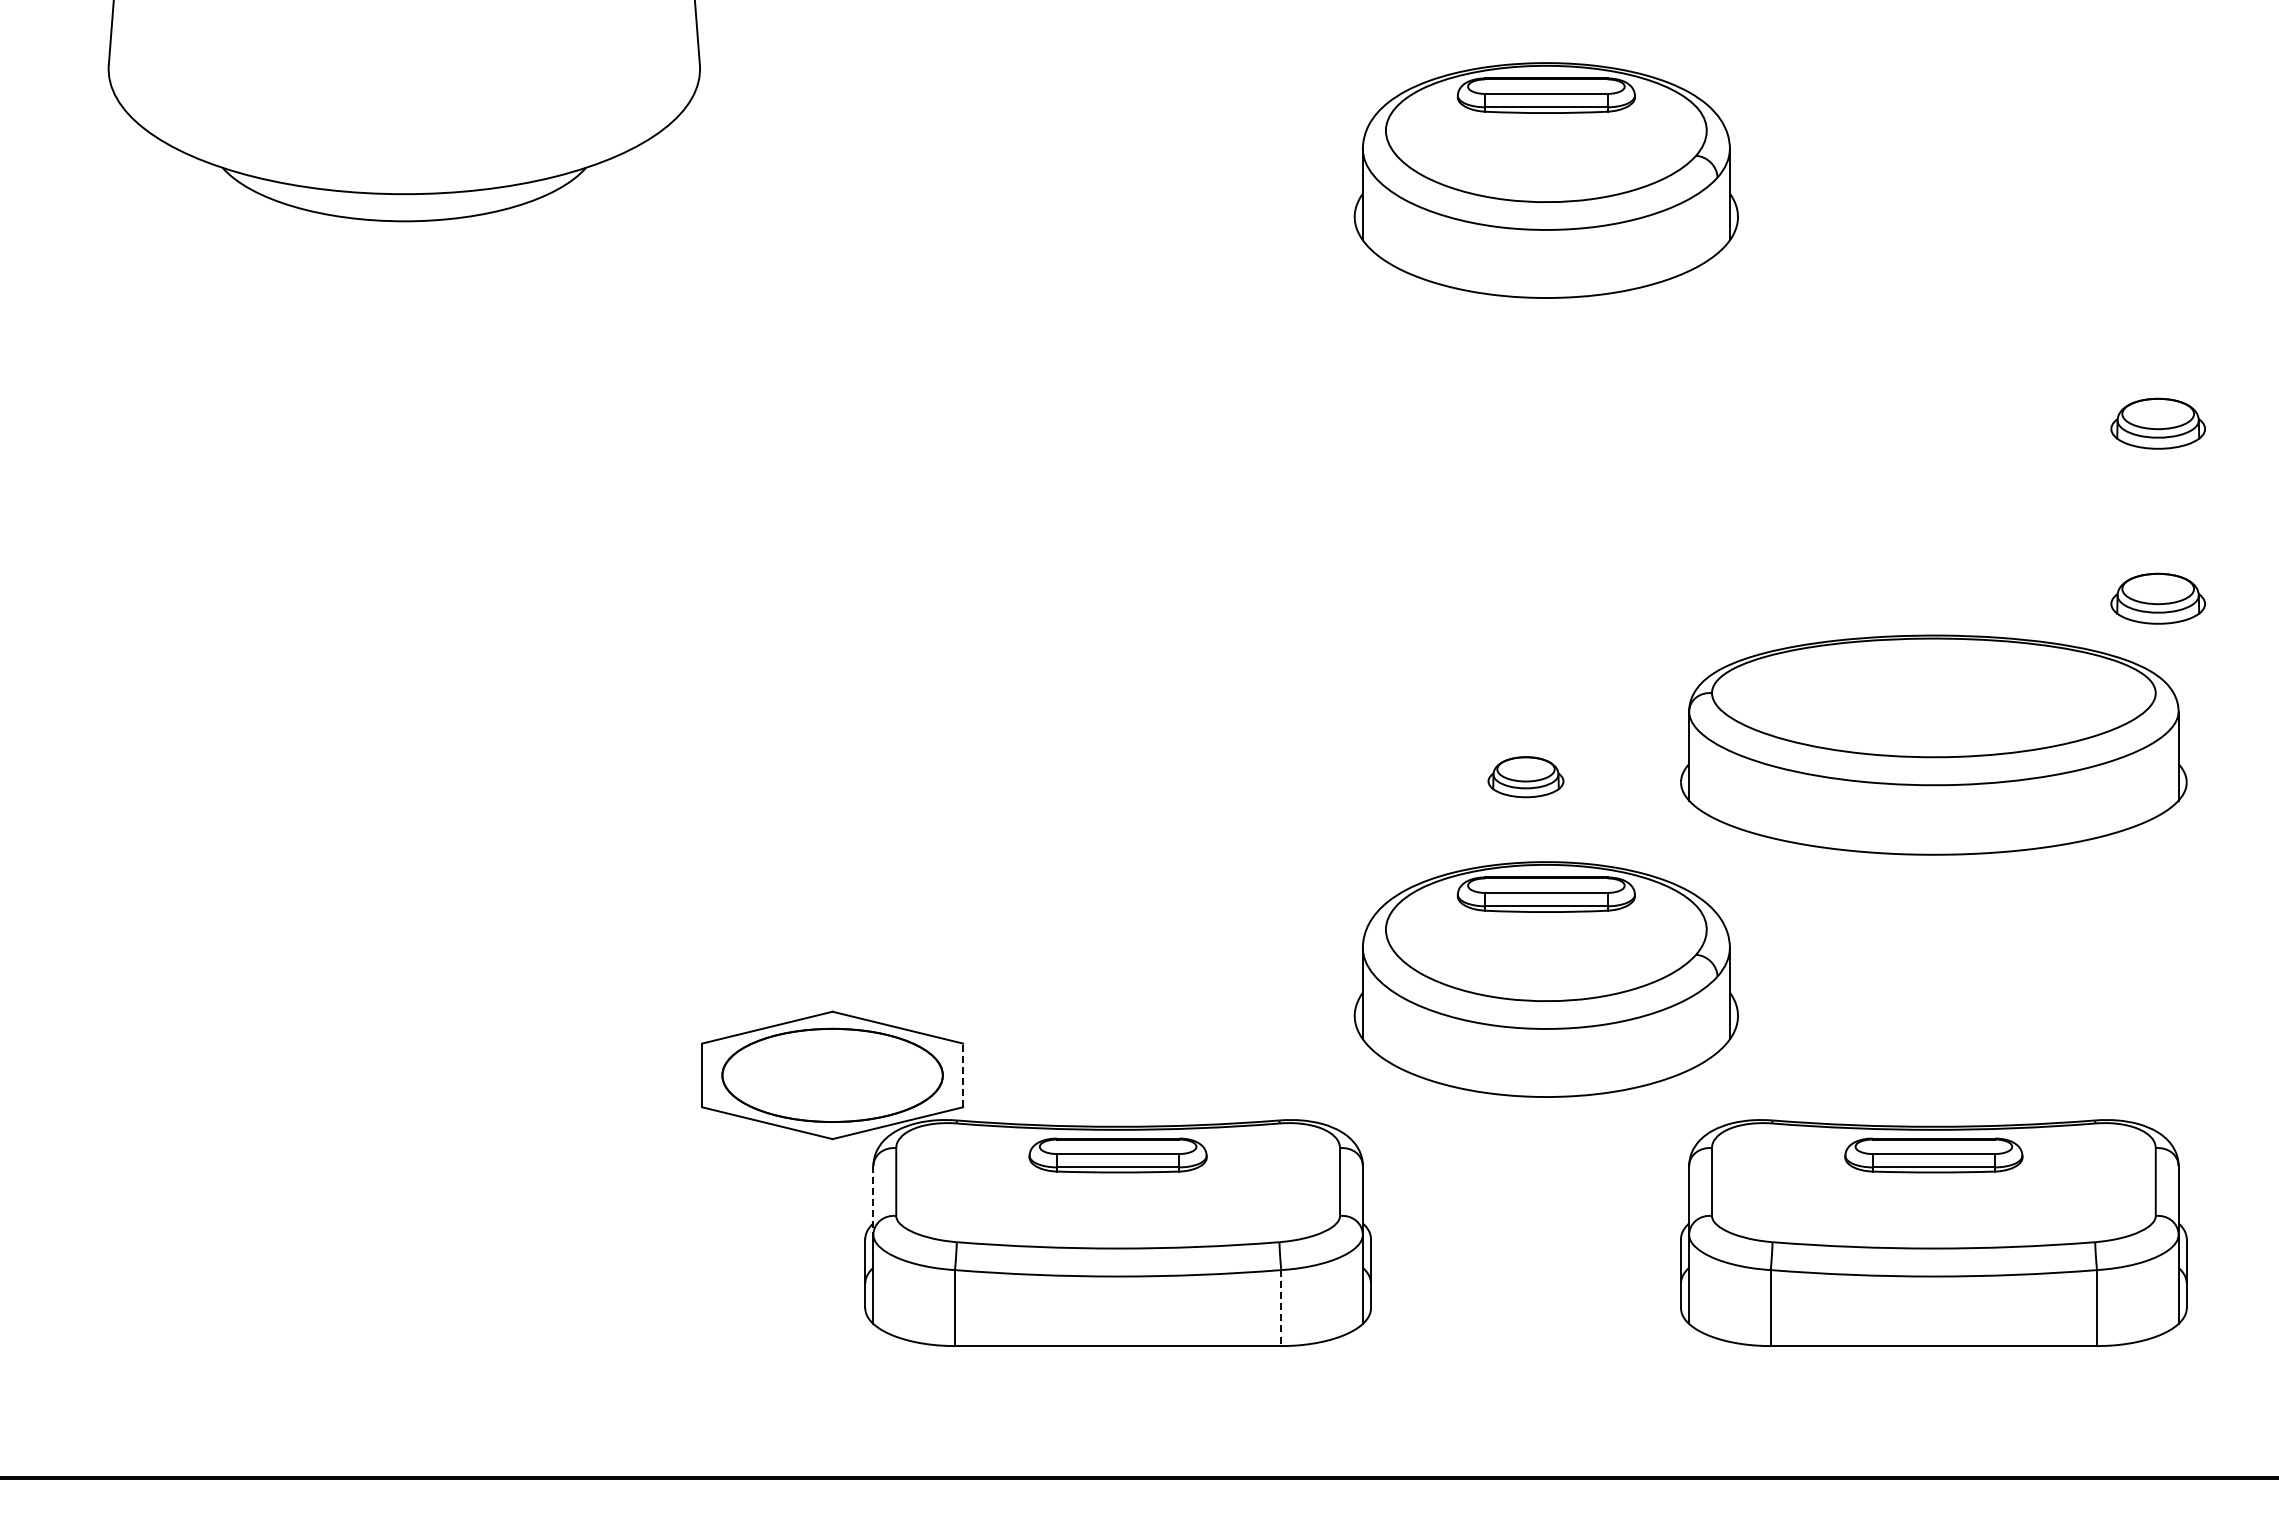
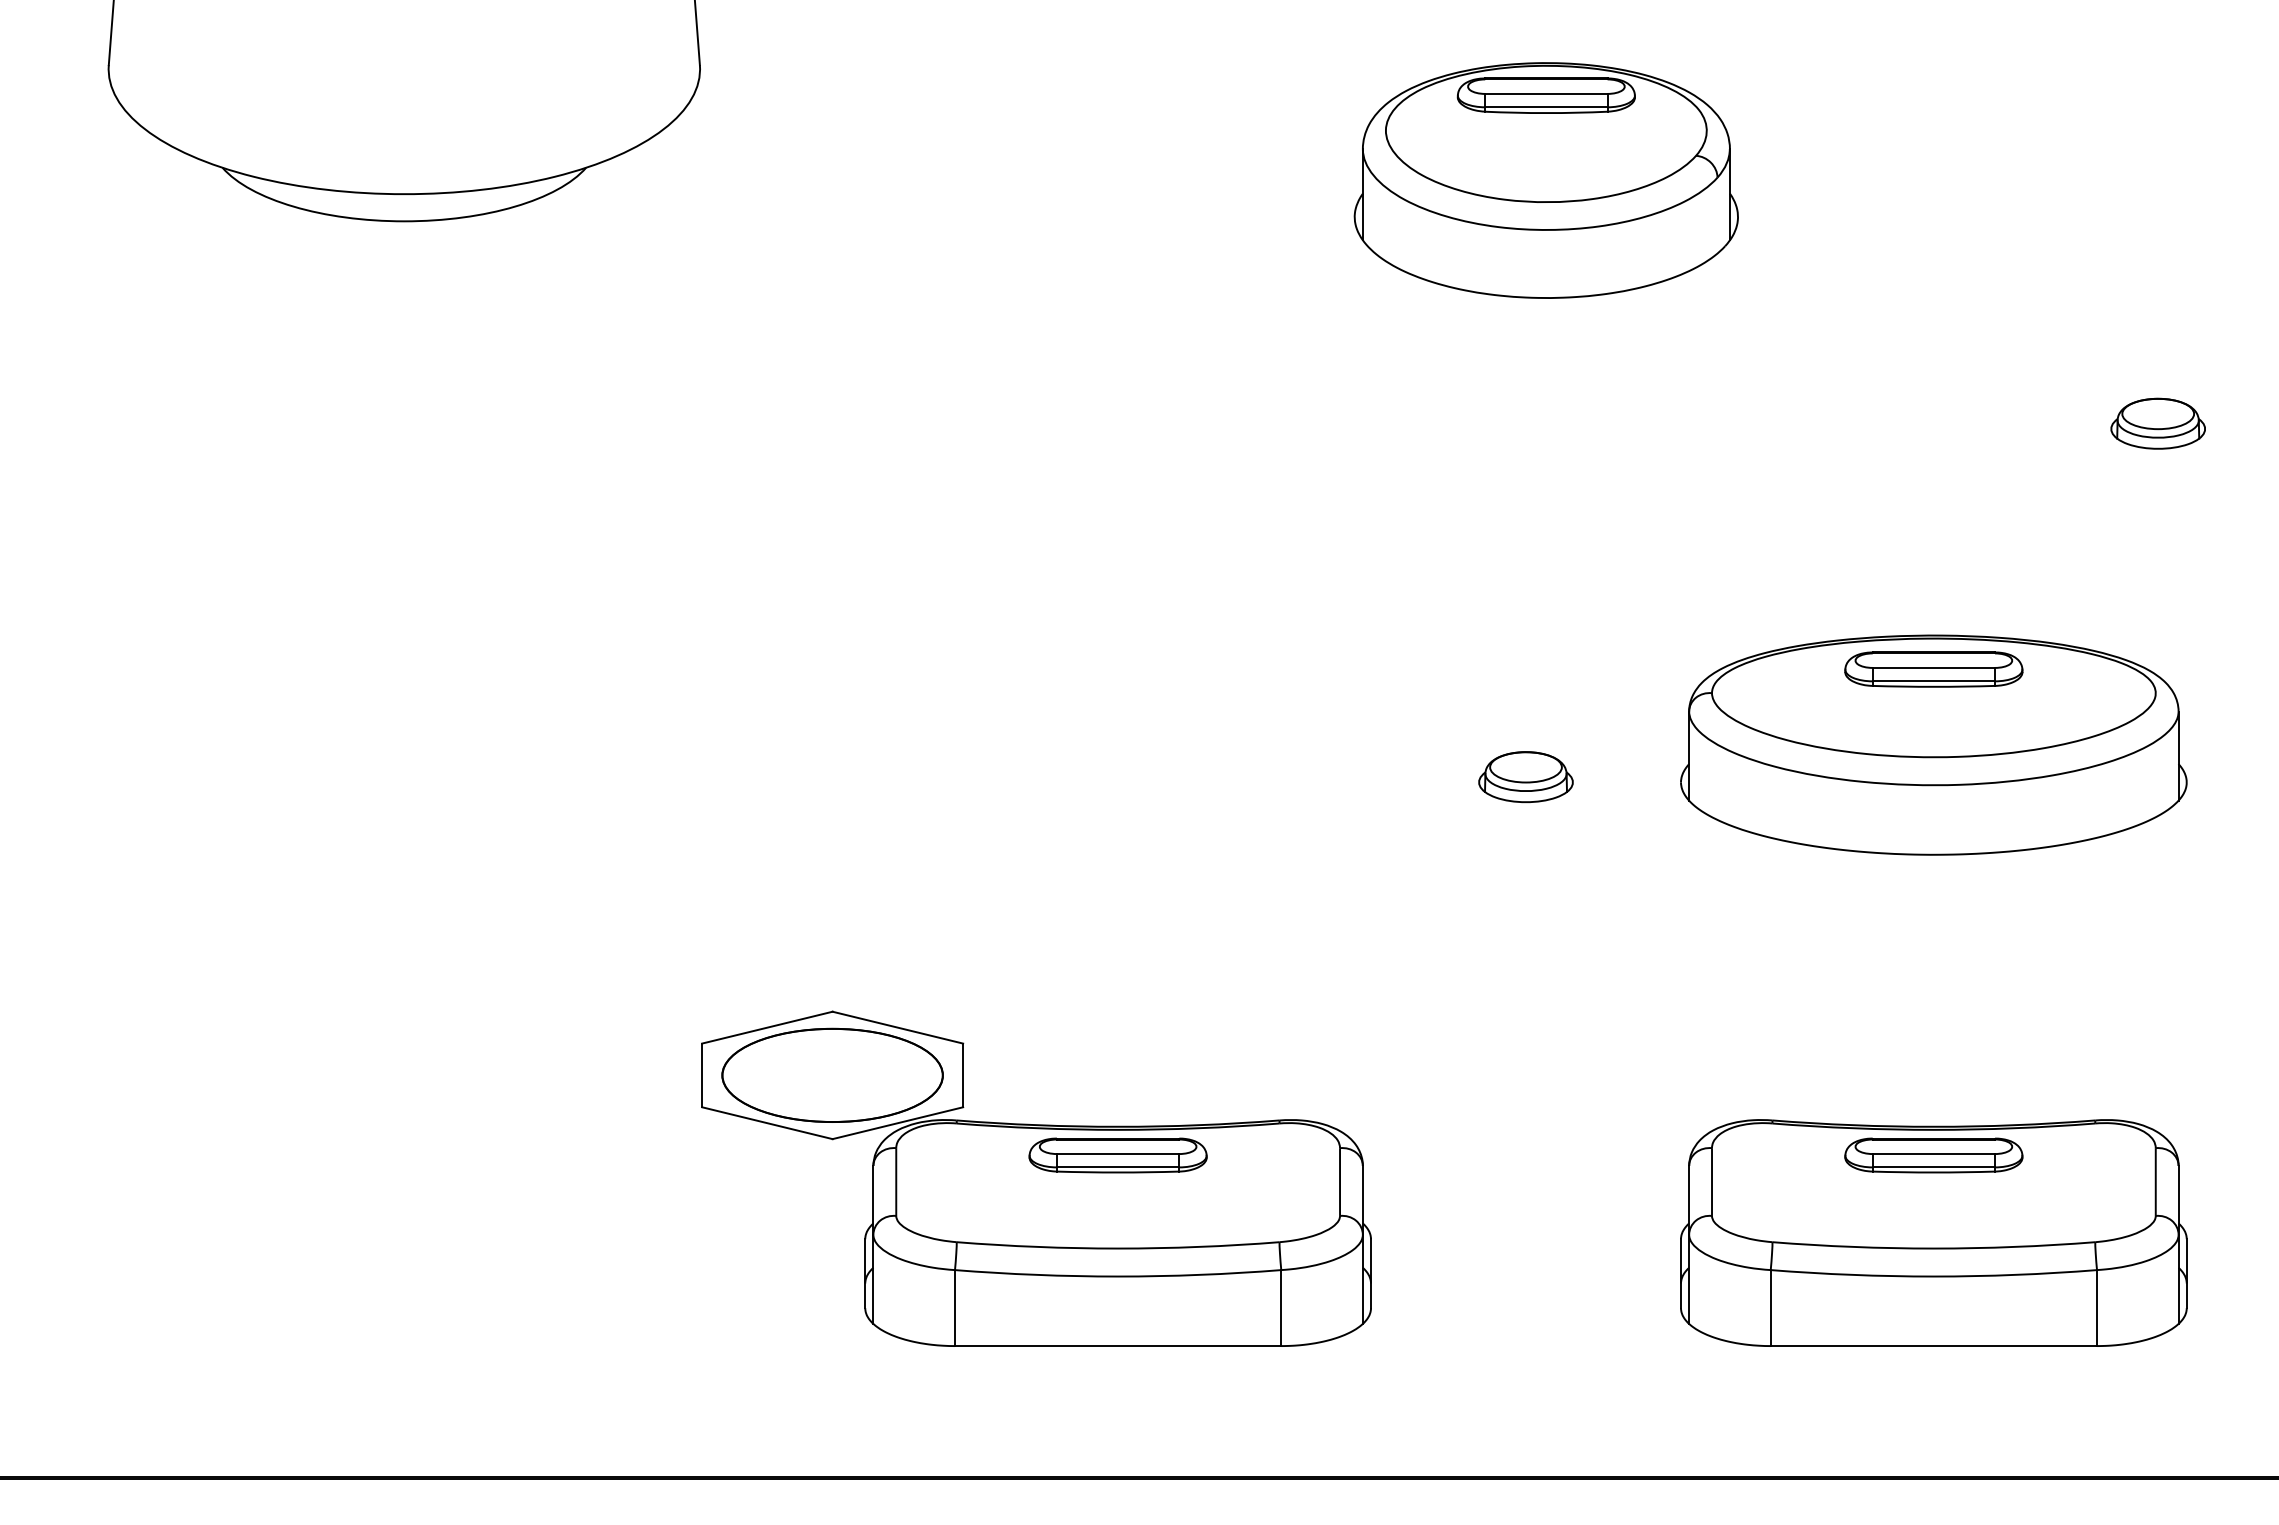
part at (2157, 598): present -> none
part at (1933, 669): none -> present
part at (1525, 777) size: 78x43 px -> 96x53 px
part at (1545, 979): present -> none
line at (963, 1075): dashed -> solid
line at (873, 1200): dashed -> solid
line at (1281, 1308): dashed -> solid
